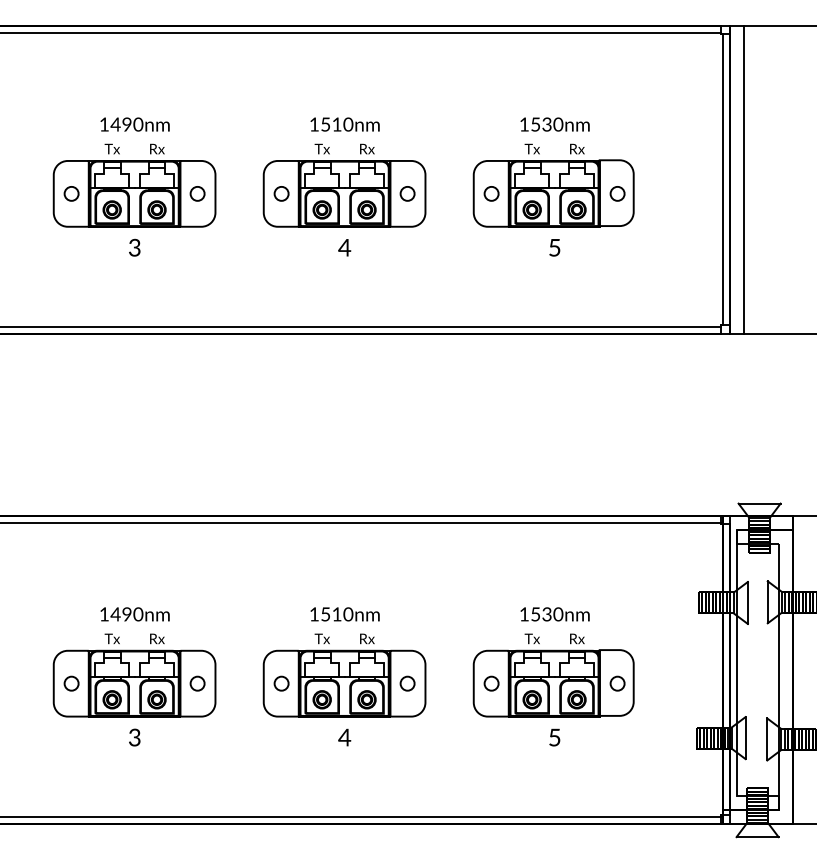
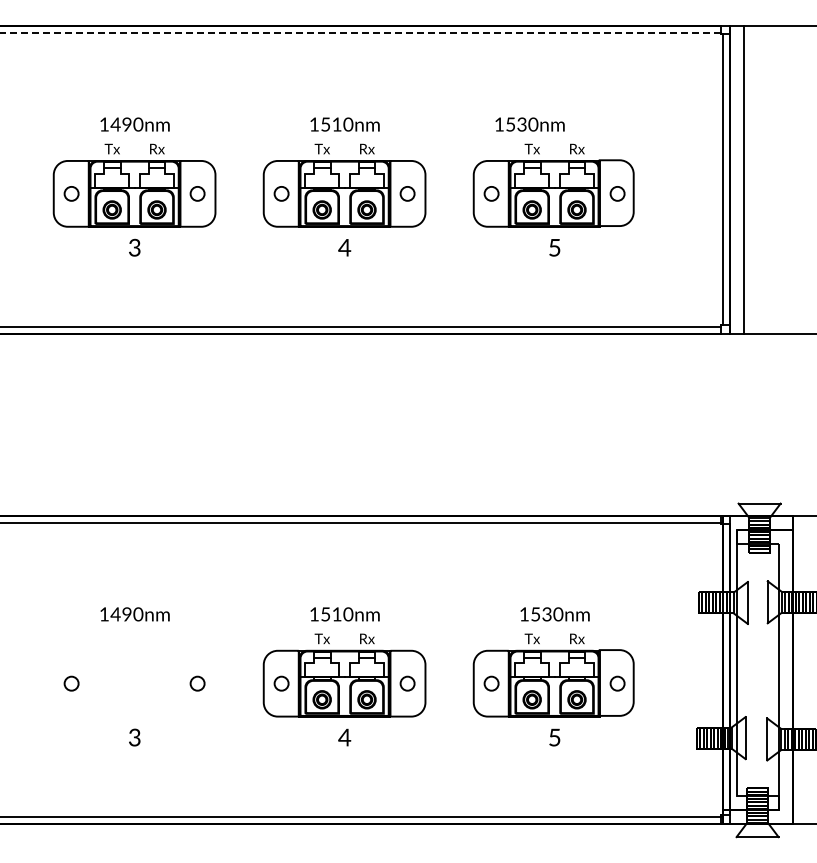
line at (360, 32): solid -> dashed
text at (554, 124) position: (554, 124) -> (529, 124)
part at (134, 675): present -> none
